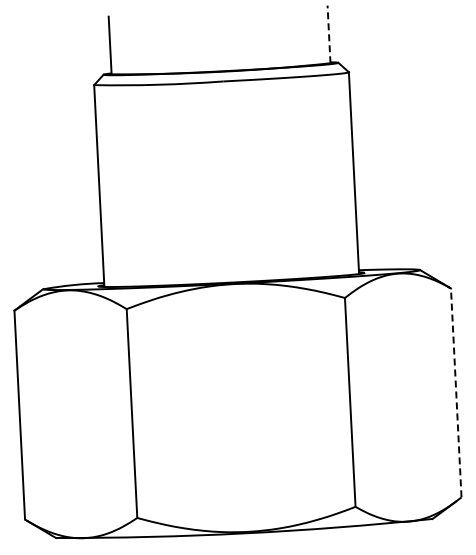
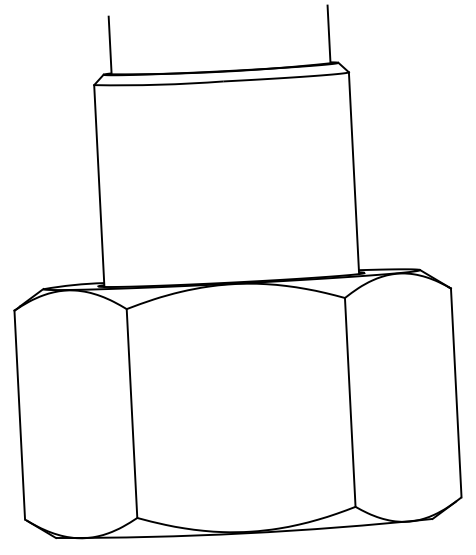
line at (329, 34): dashed -> solid
line at (456, 392): dashed -> solid
